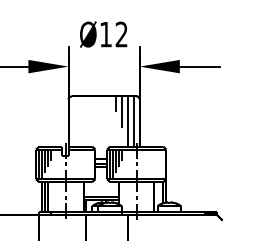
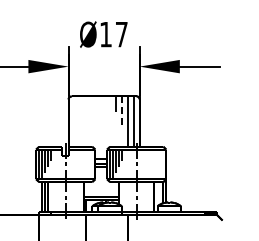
text at (121, 34): Ø12 -> Ø17
line at (121, 111): solid -> dashed
